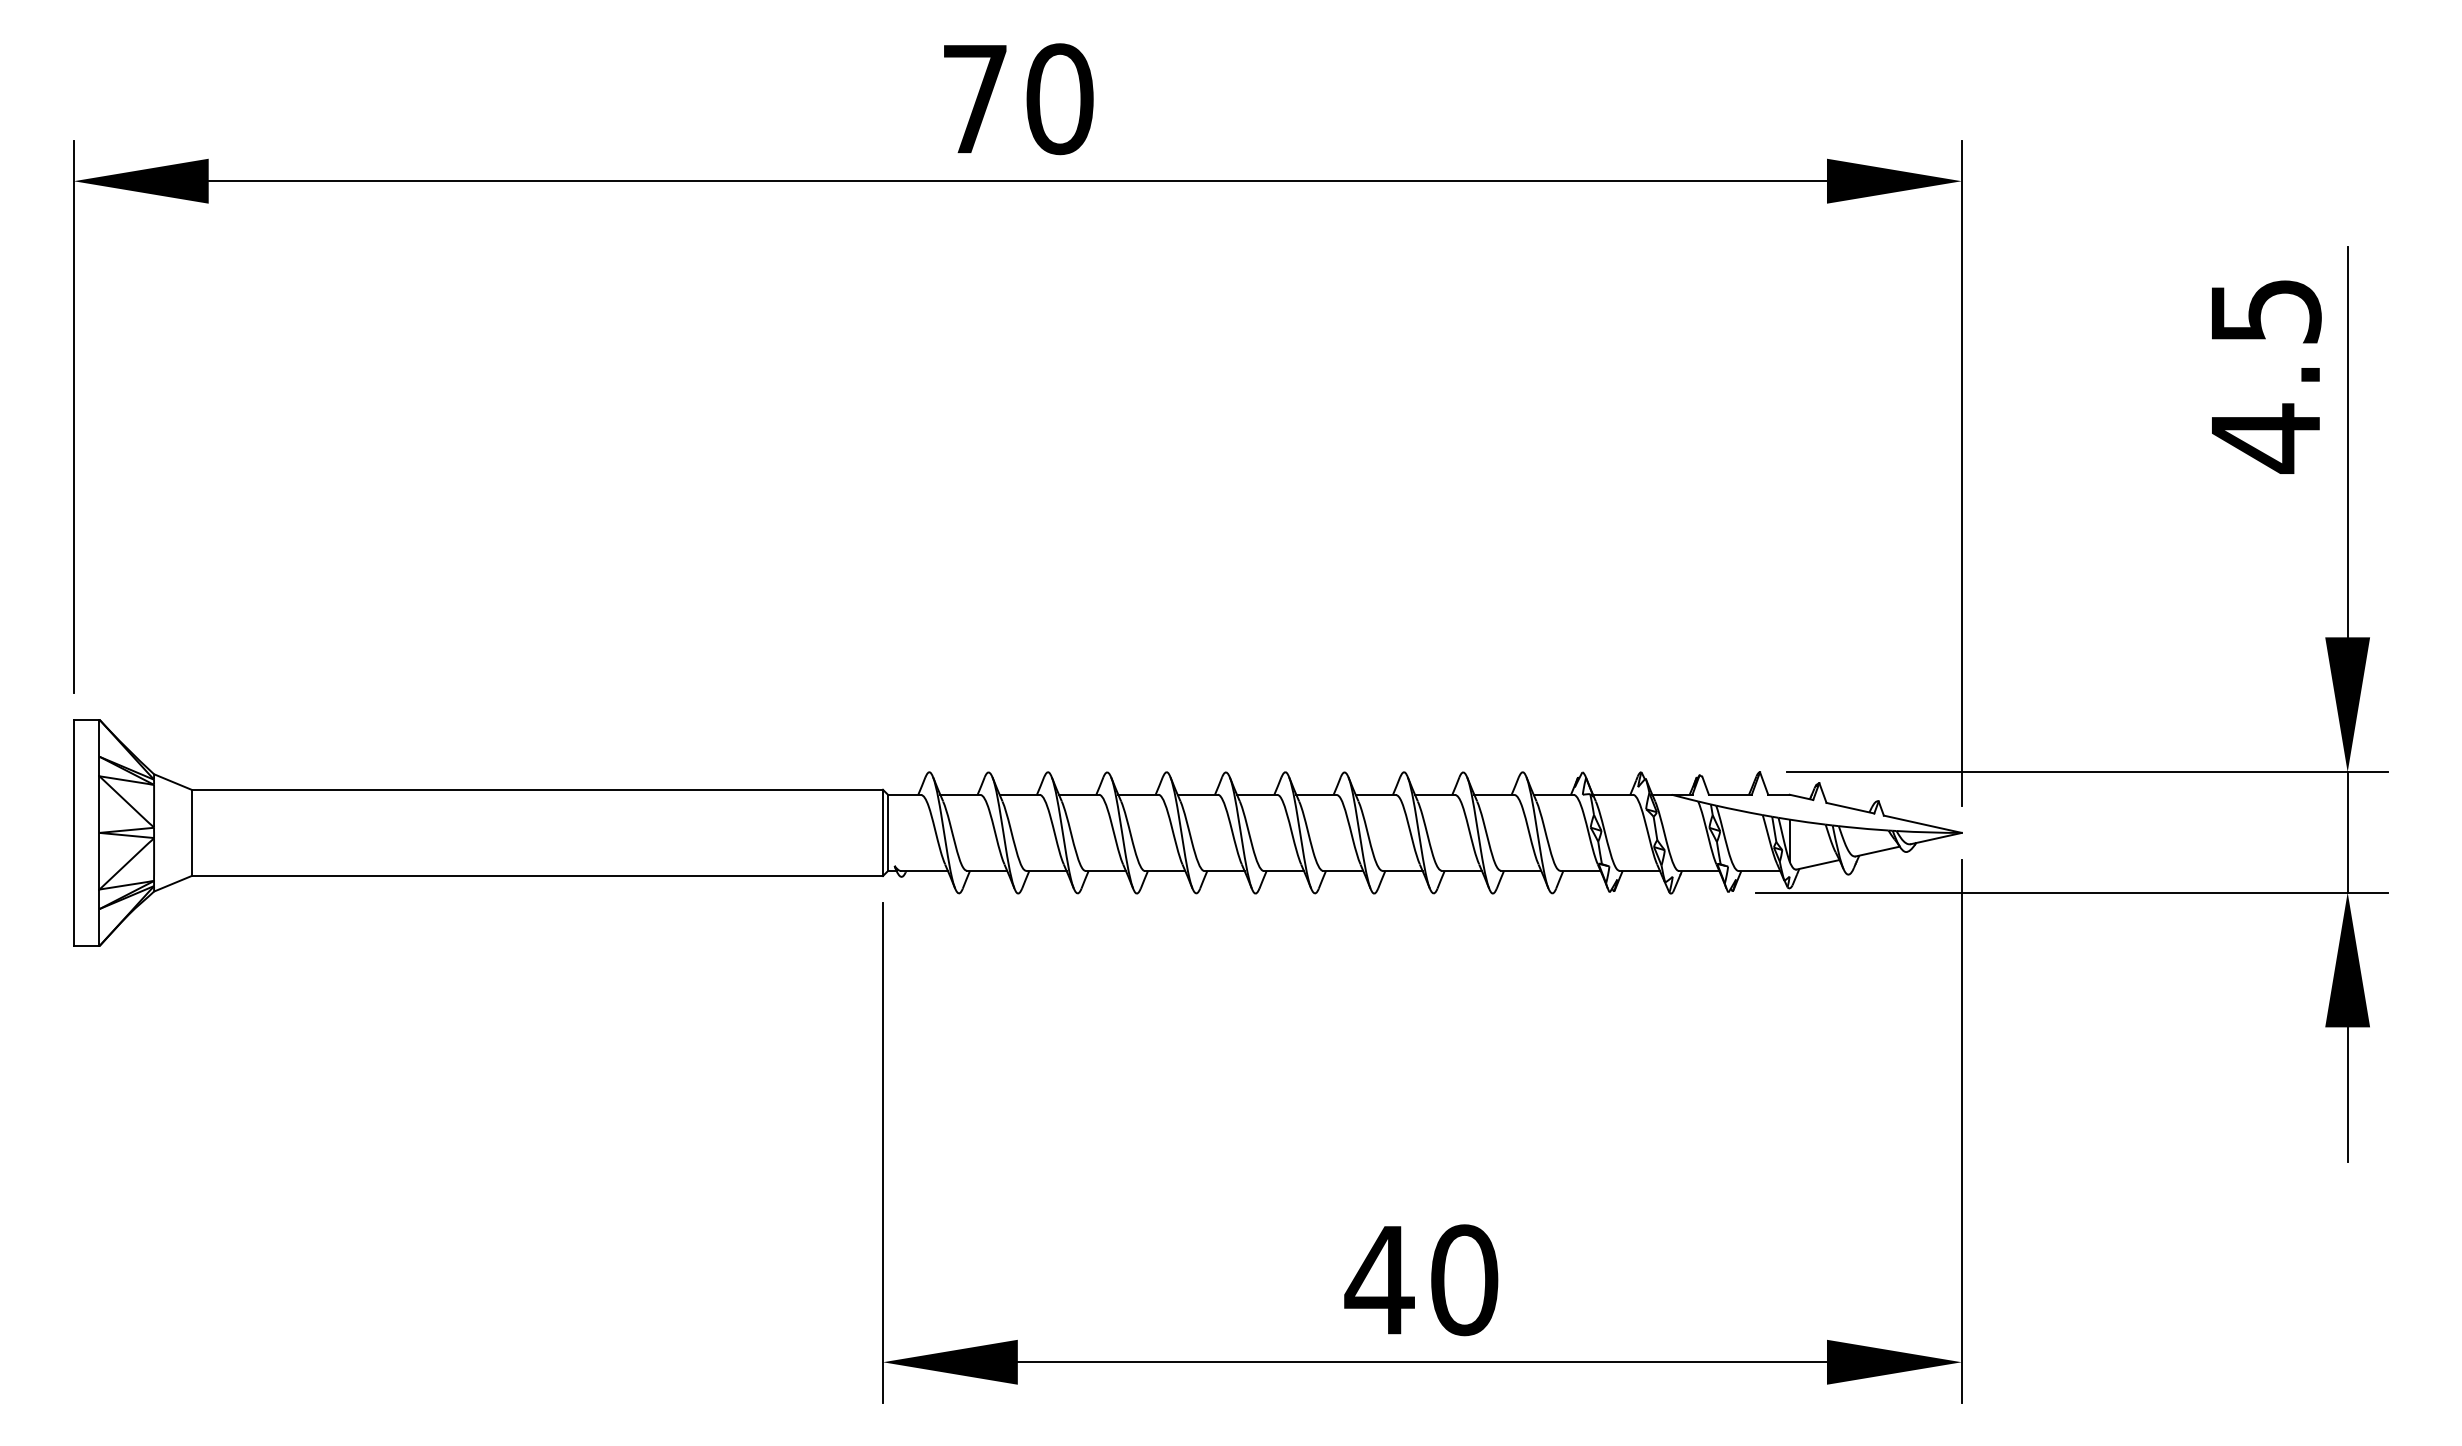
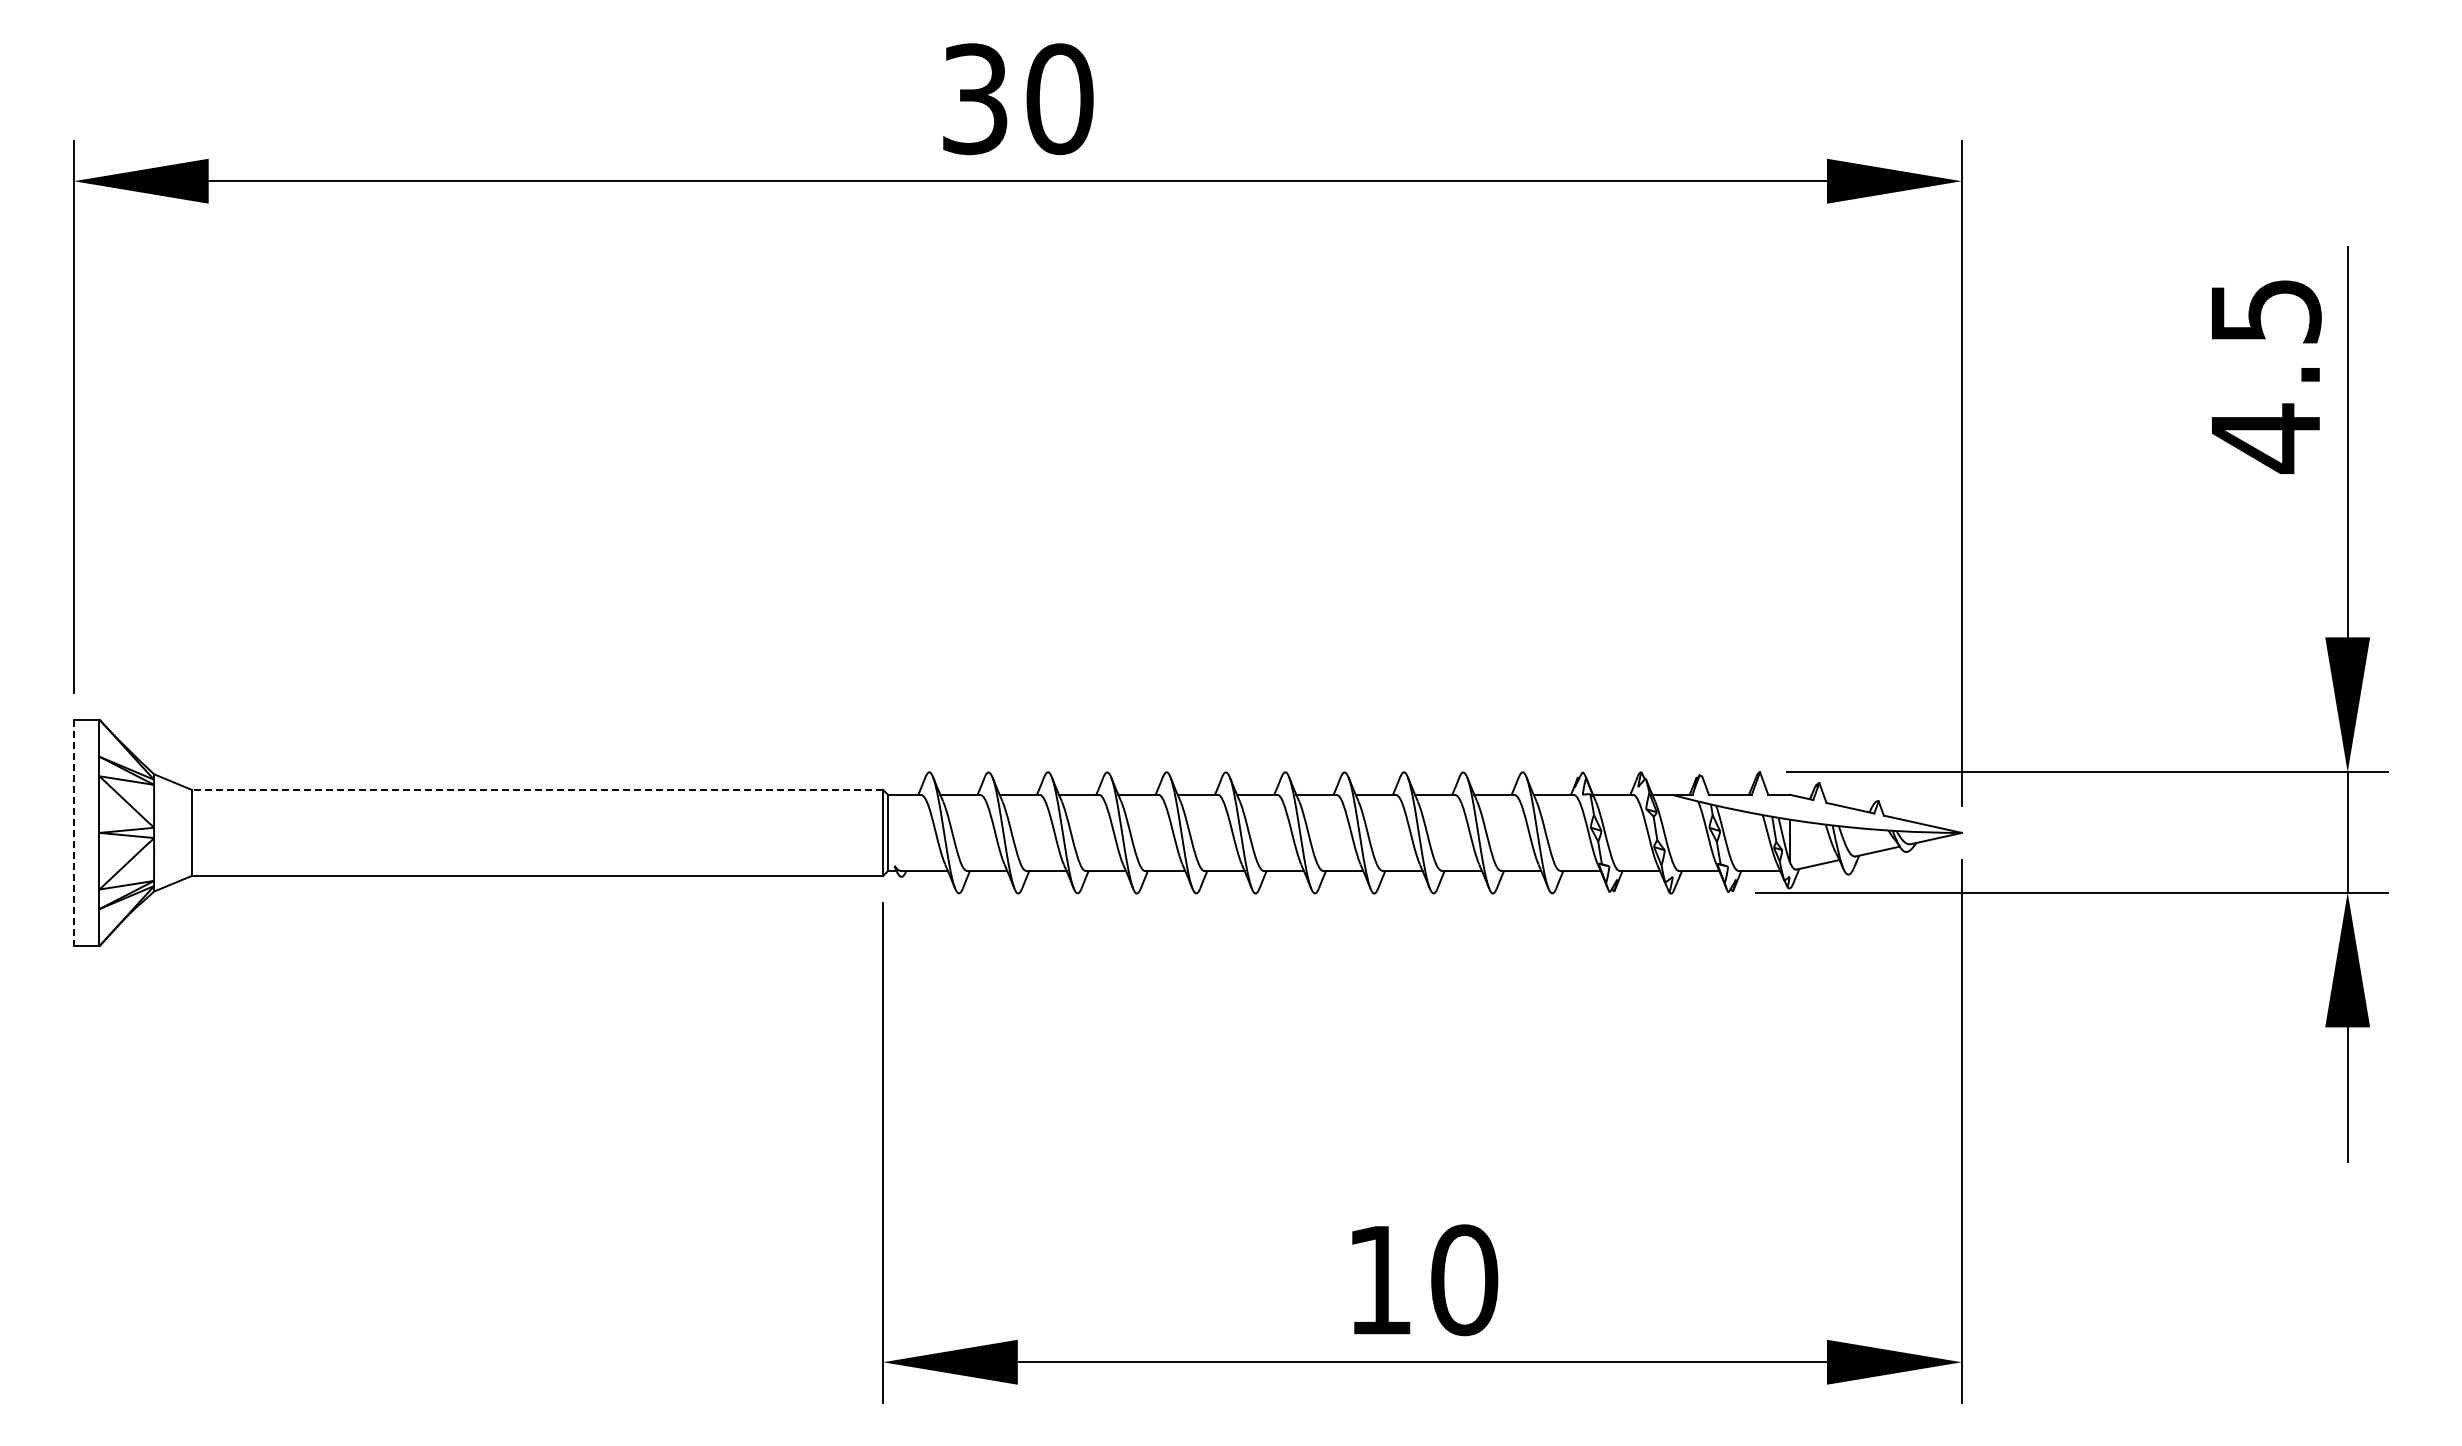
text at (975, 99): 70 -> 30
line at (537, 789): solid -> dashed
line at (73, 833): solid -> dashed
text at (1379, 1280): 40 -> 10
